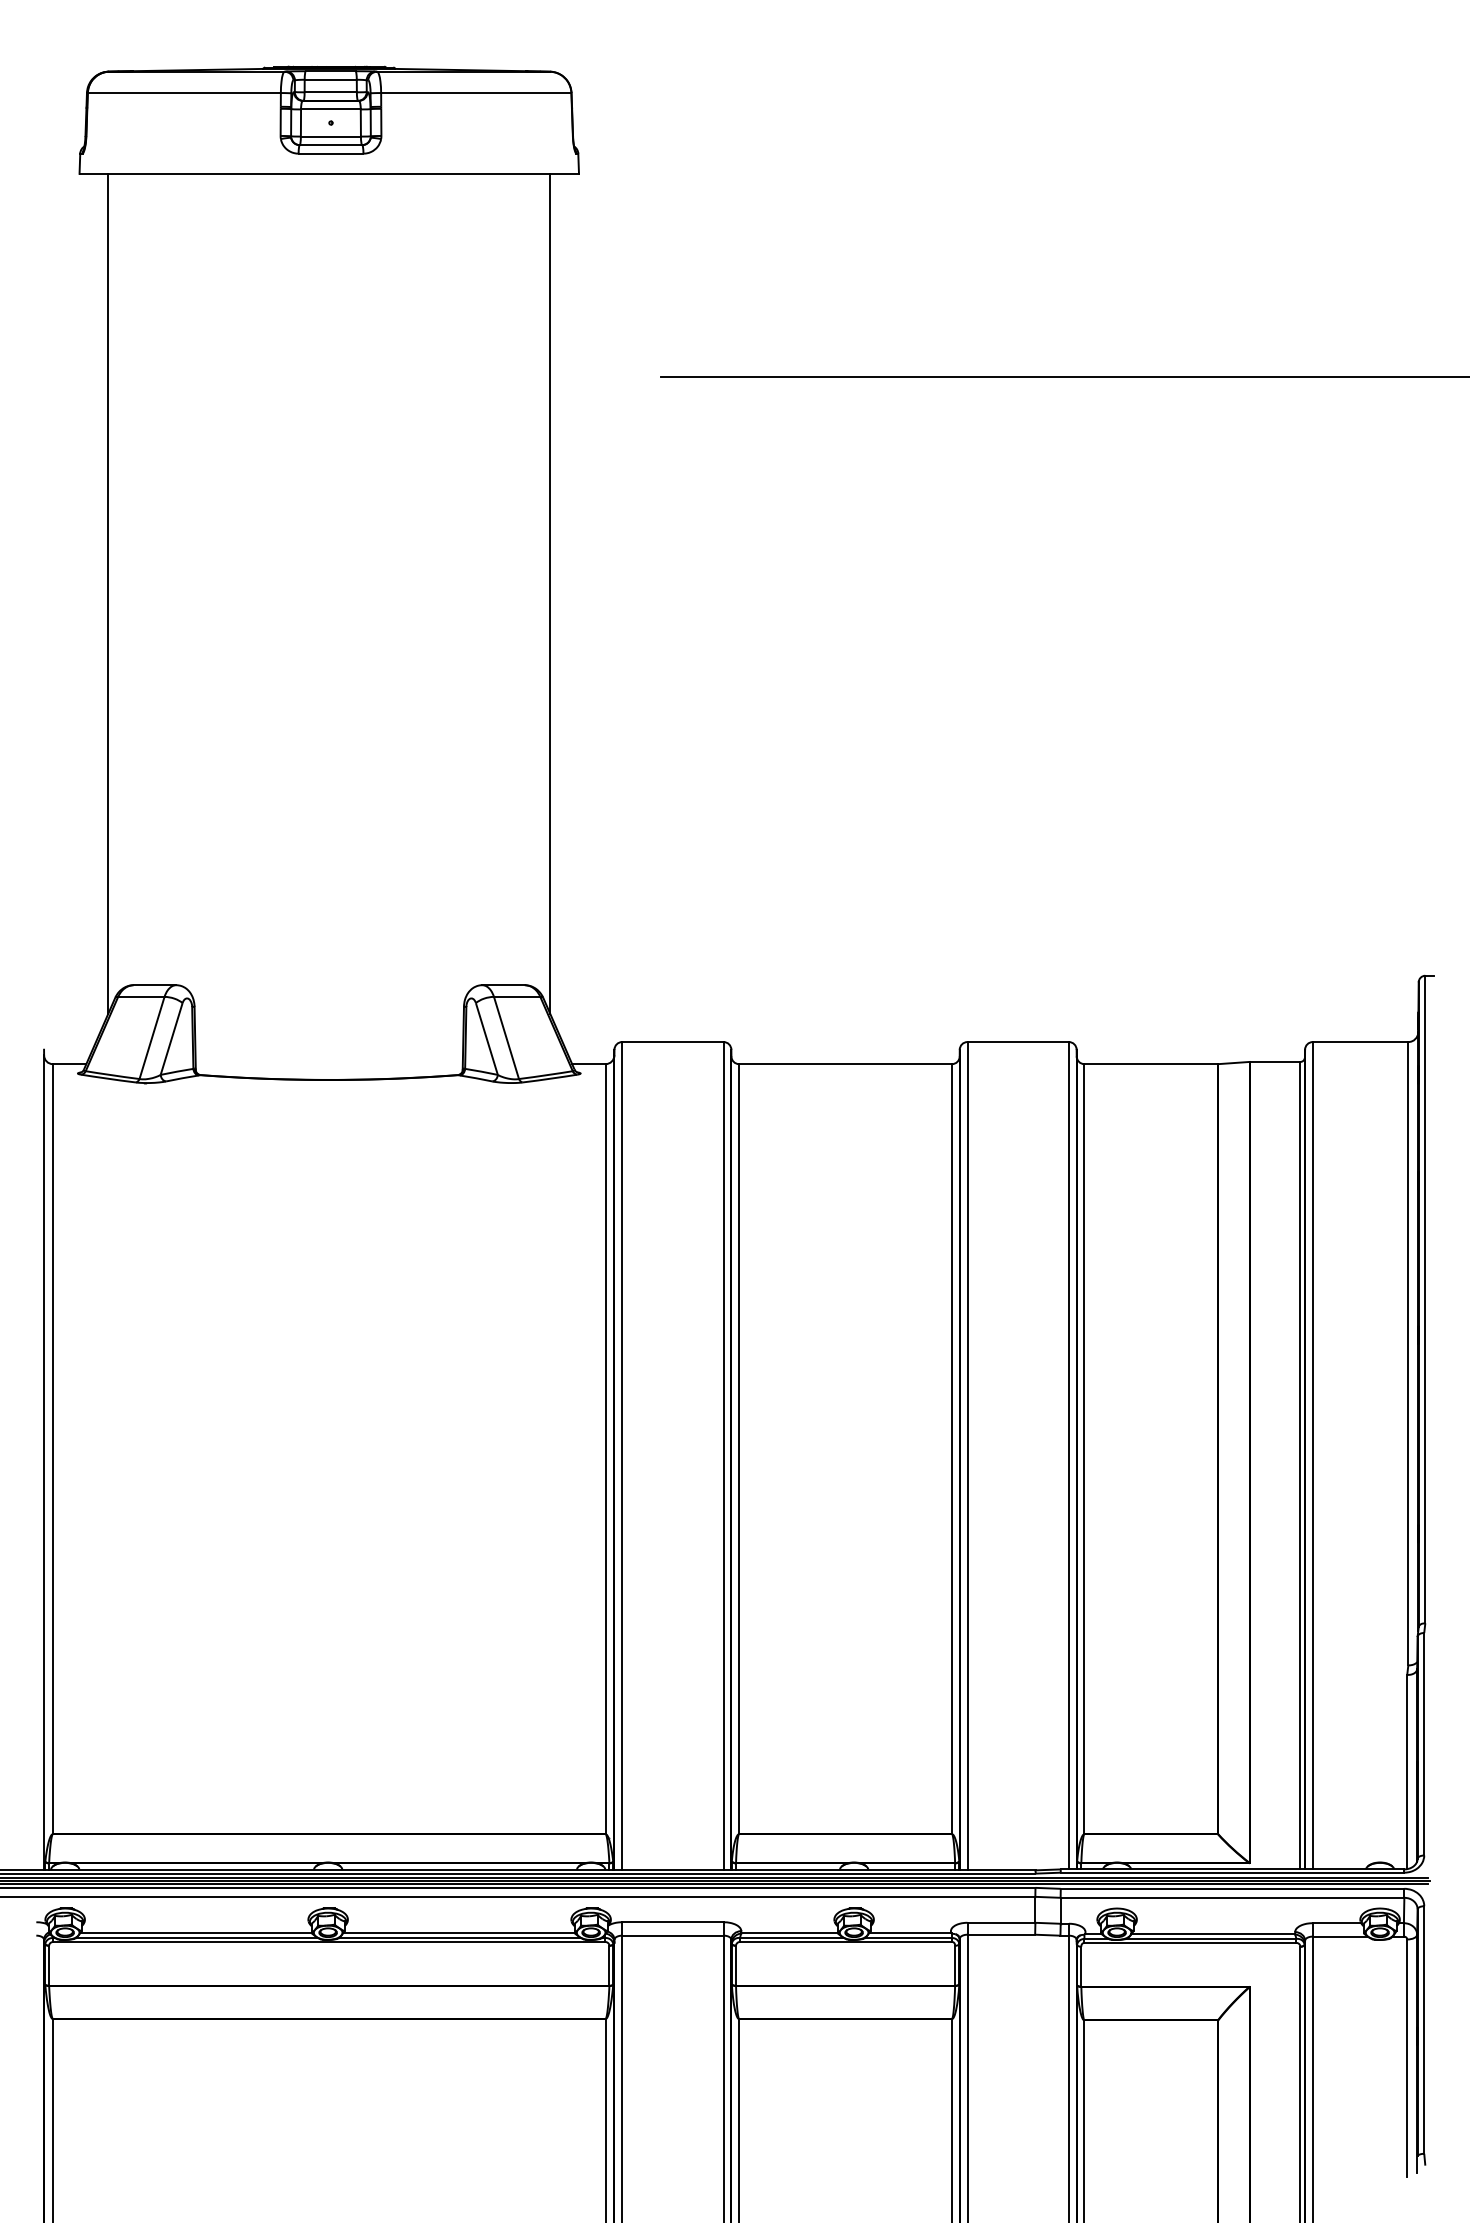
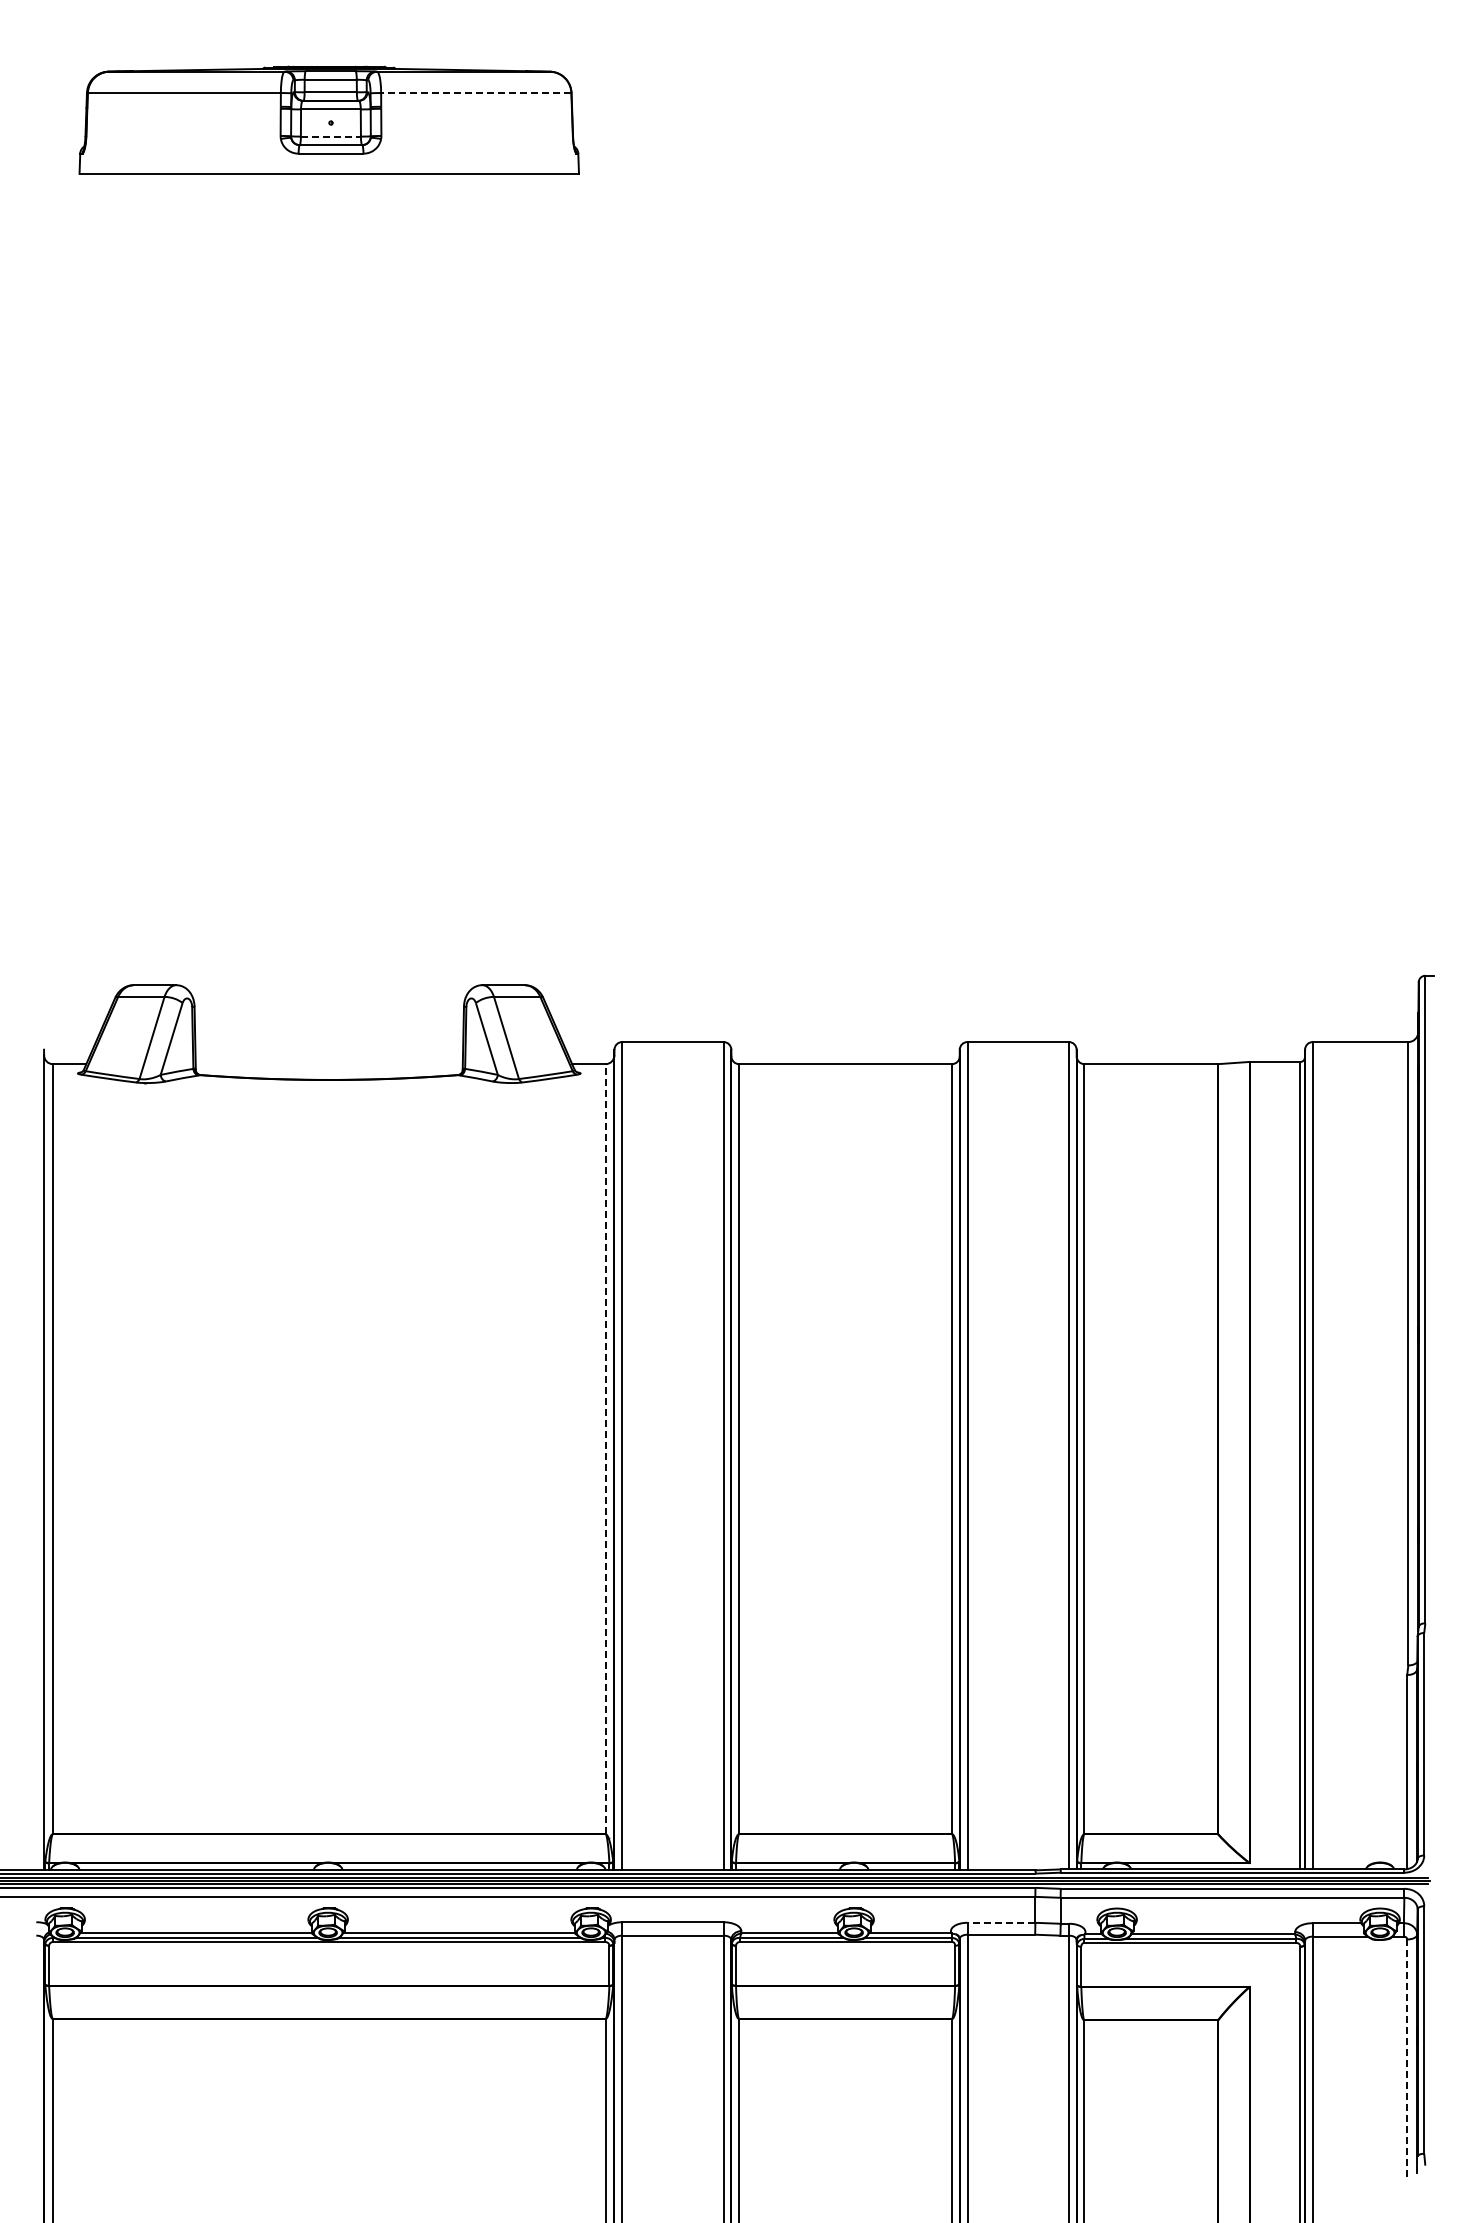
line at (475, 93): solid -> dashed
line at (331, 136): solid -> dashed
line at (1063, 376): present -> none
line at (108, 593): present -> none
line at (550, 593): present -> none
line at (605, 1448): solid -> dashed
line at (1001, 1922): solid -> dashed
line at (1407, 2058): solid -> dashed
